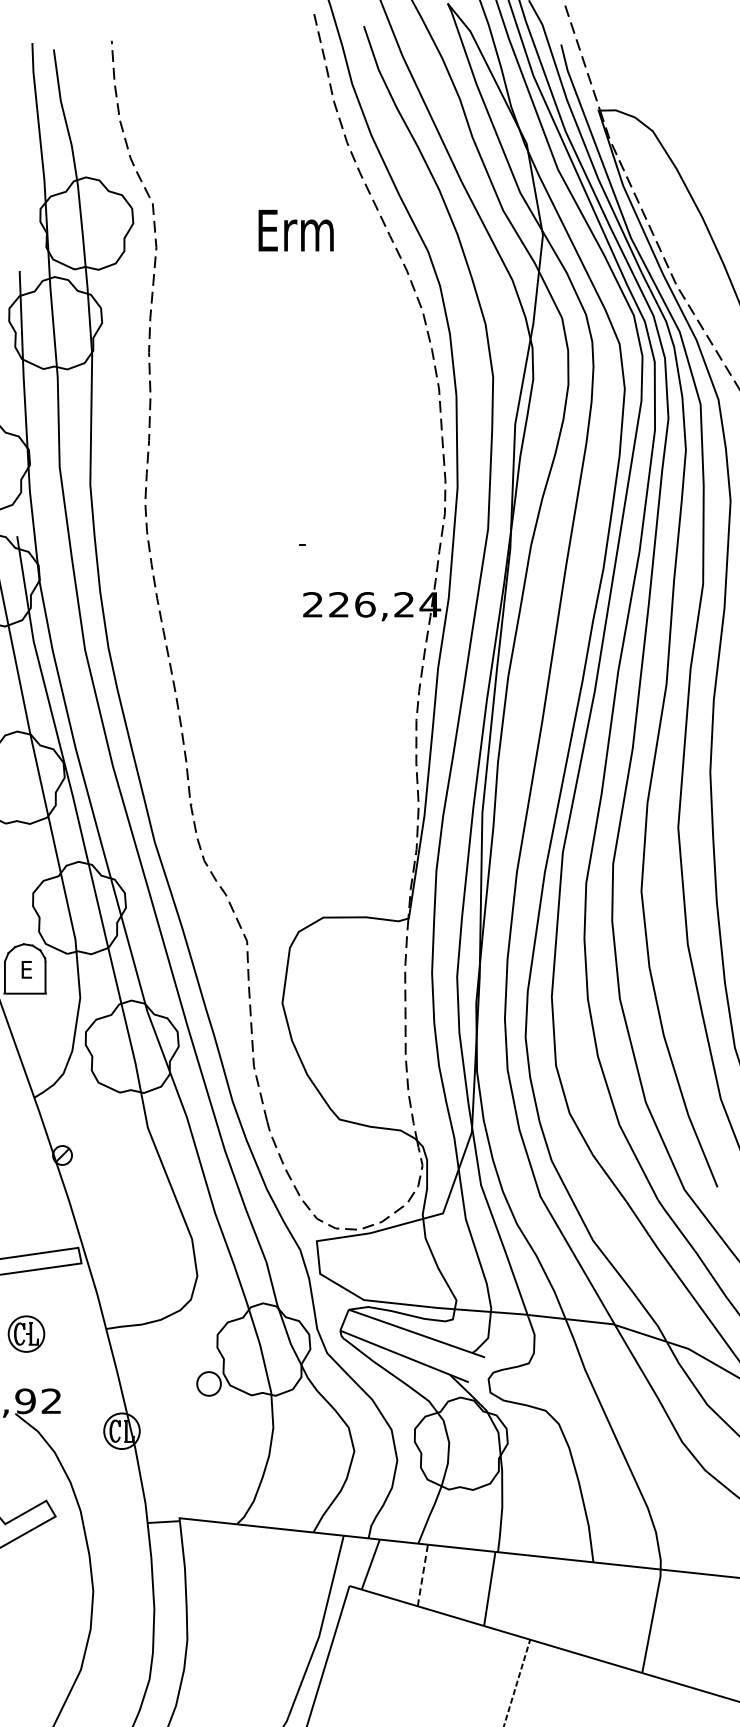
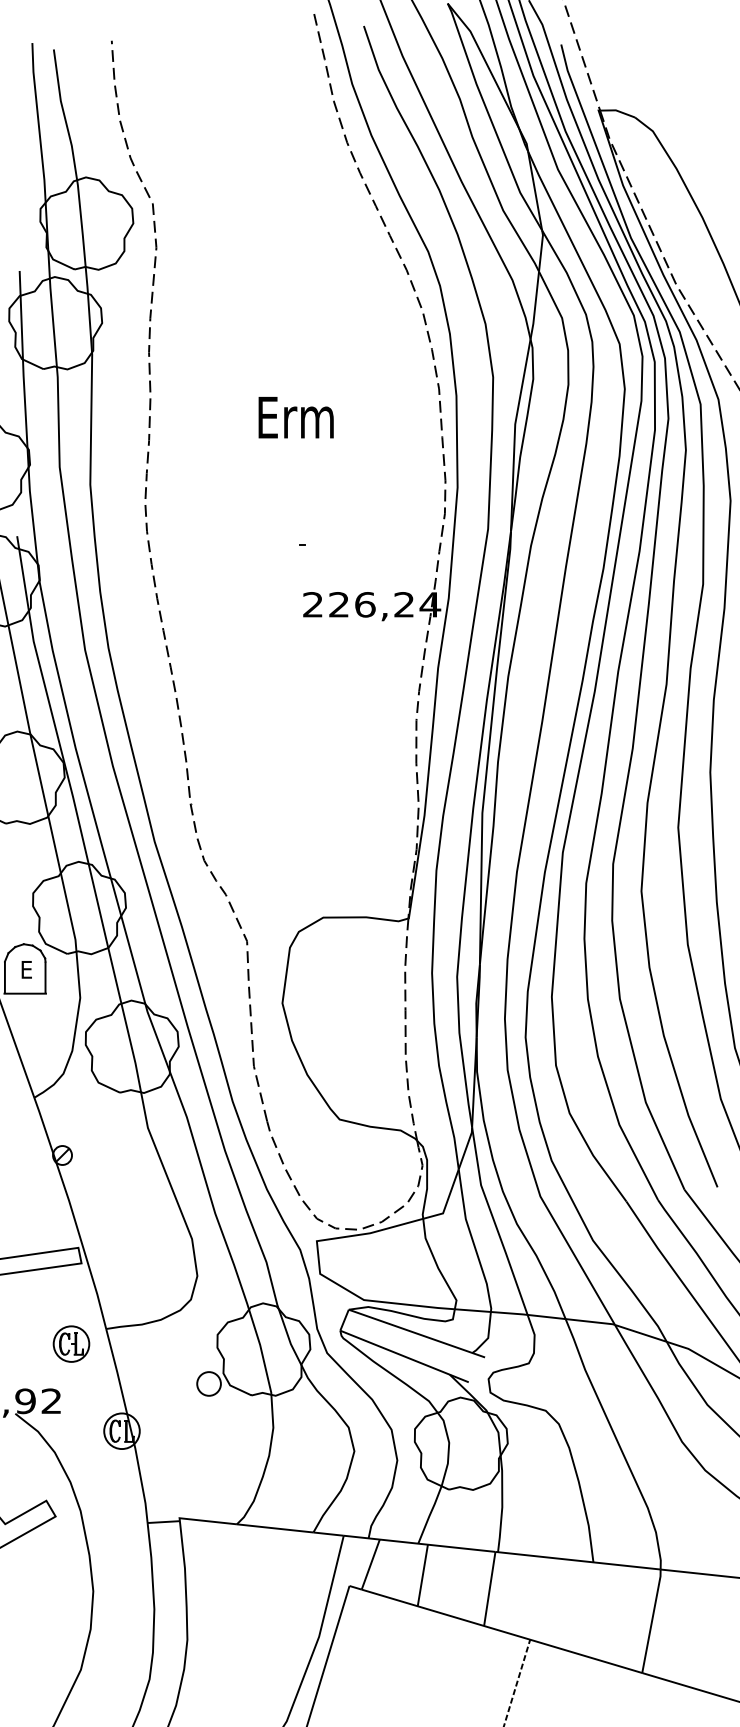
text at (295, 230) position: (295, 230) -> (295, 417)
part at (26, 1333) position: (26, 1333) -> (71, 1343)
line at (422, 1575): dashed -> solid
